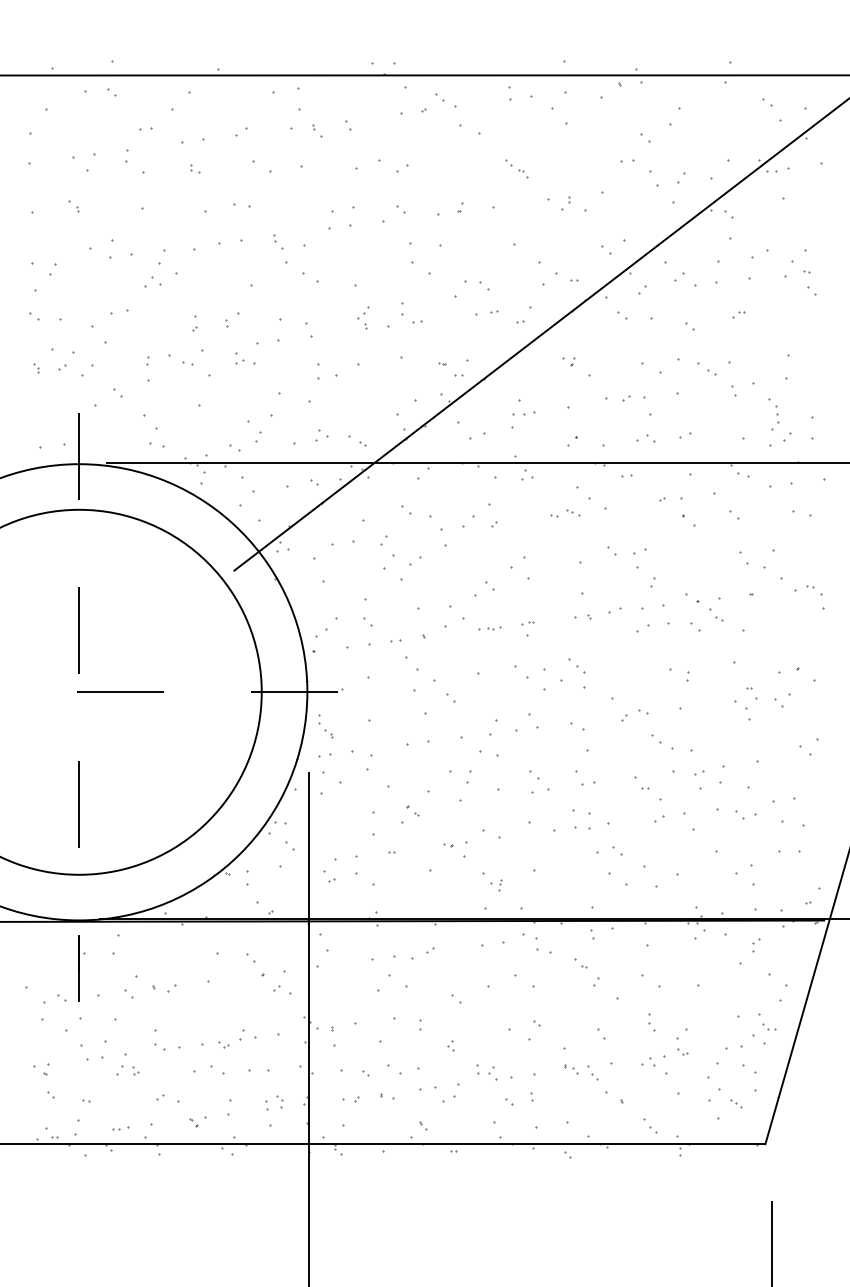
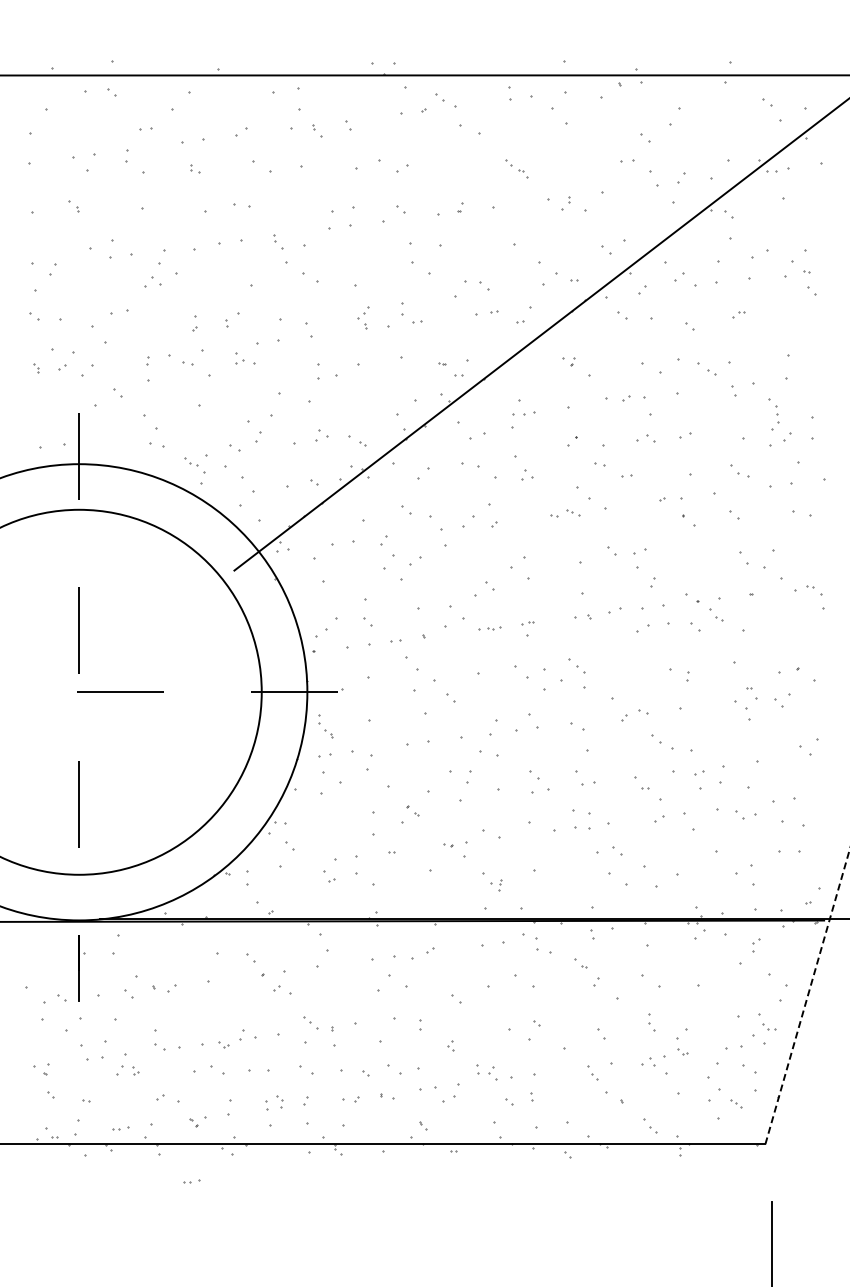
line at (476, 463): present -> none
line at (807, 996): solid -> dashed
line at (309, 1027): present -> none
part at (571, 1069): present -> none
part at (191, 1181): none -> present
